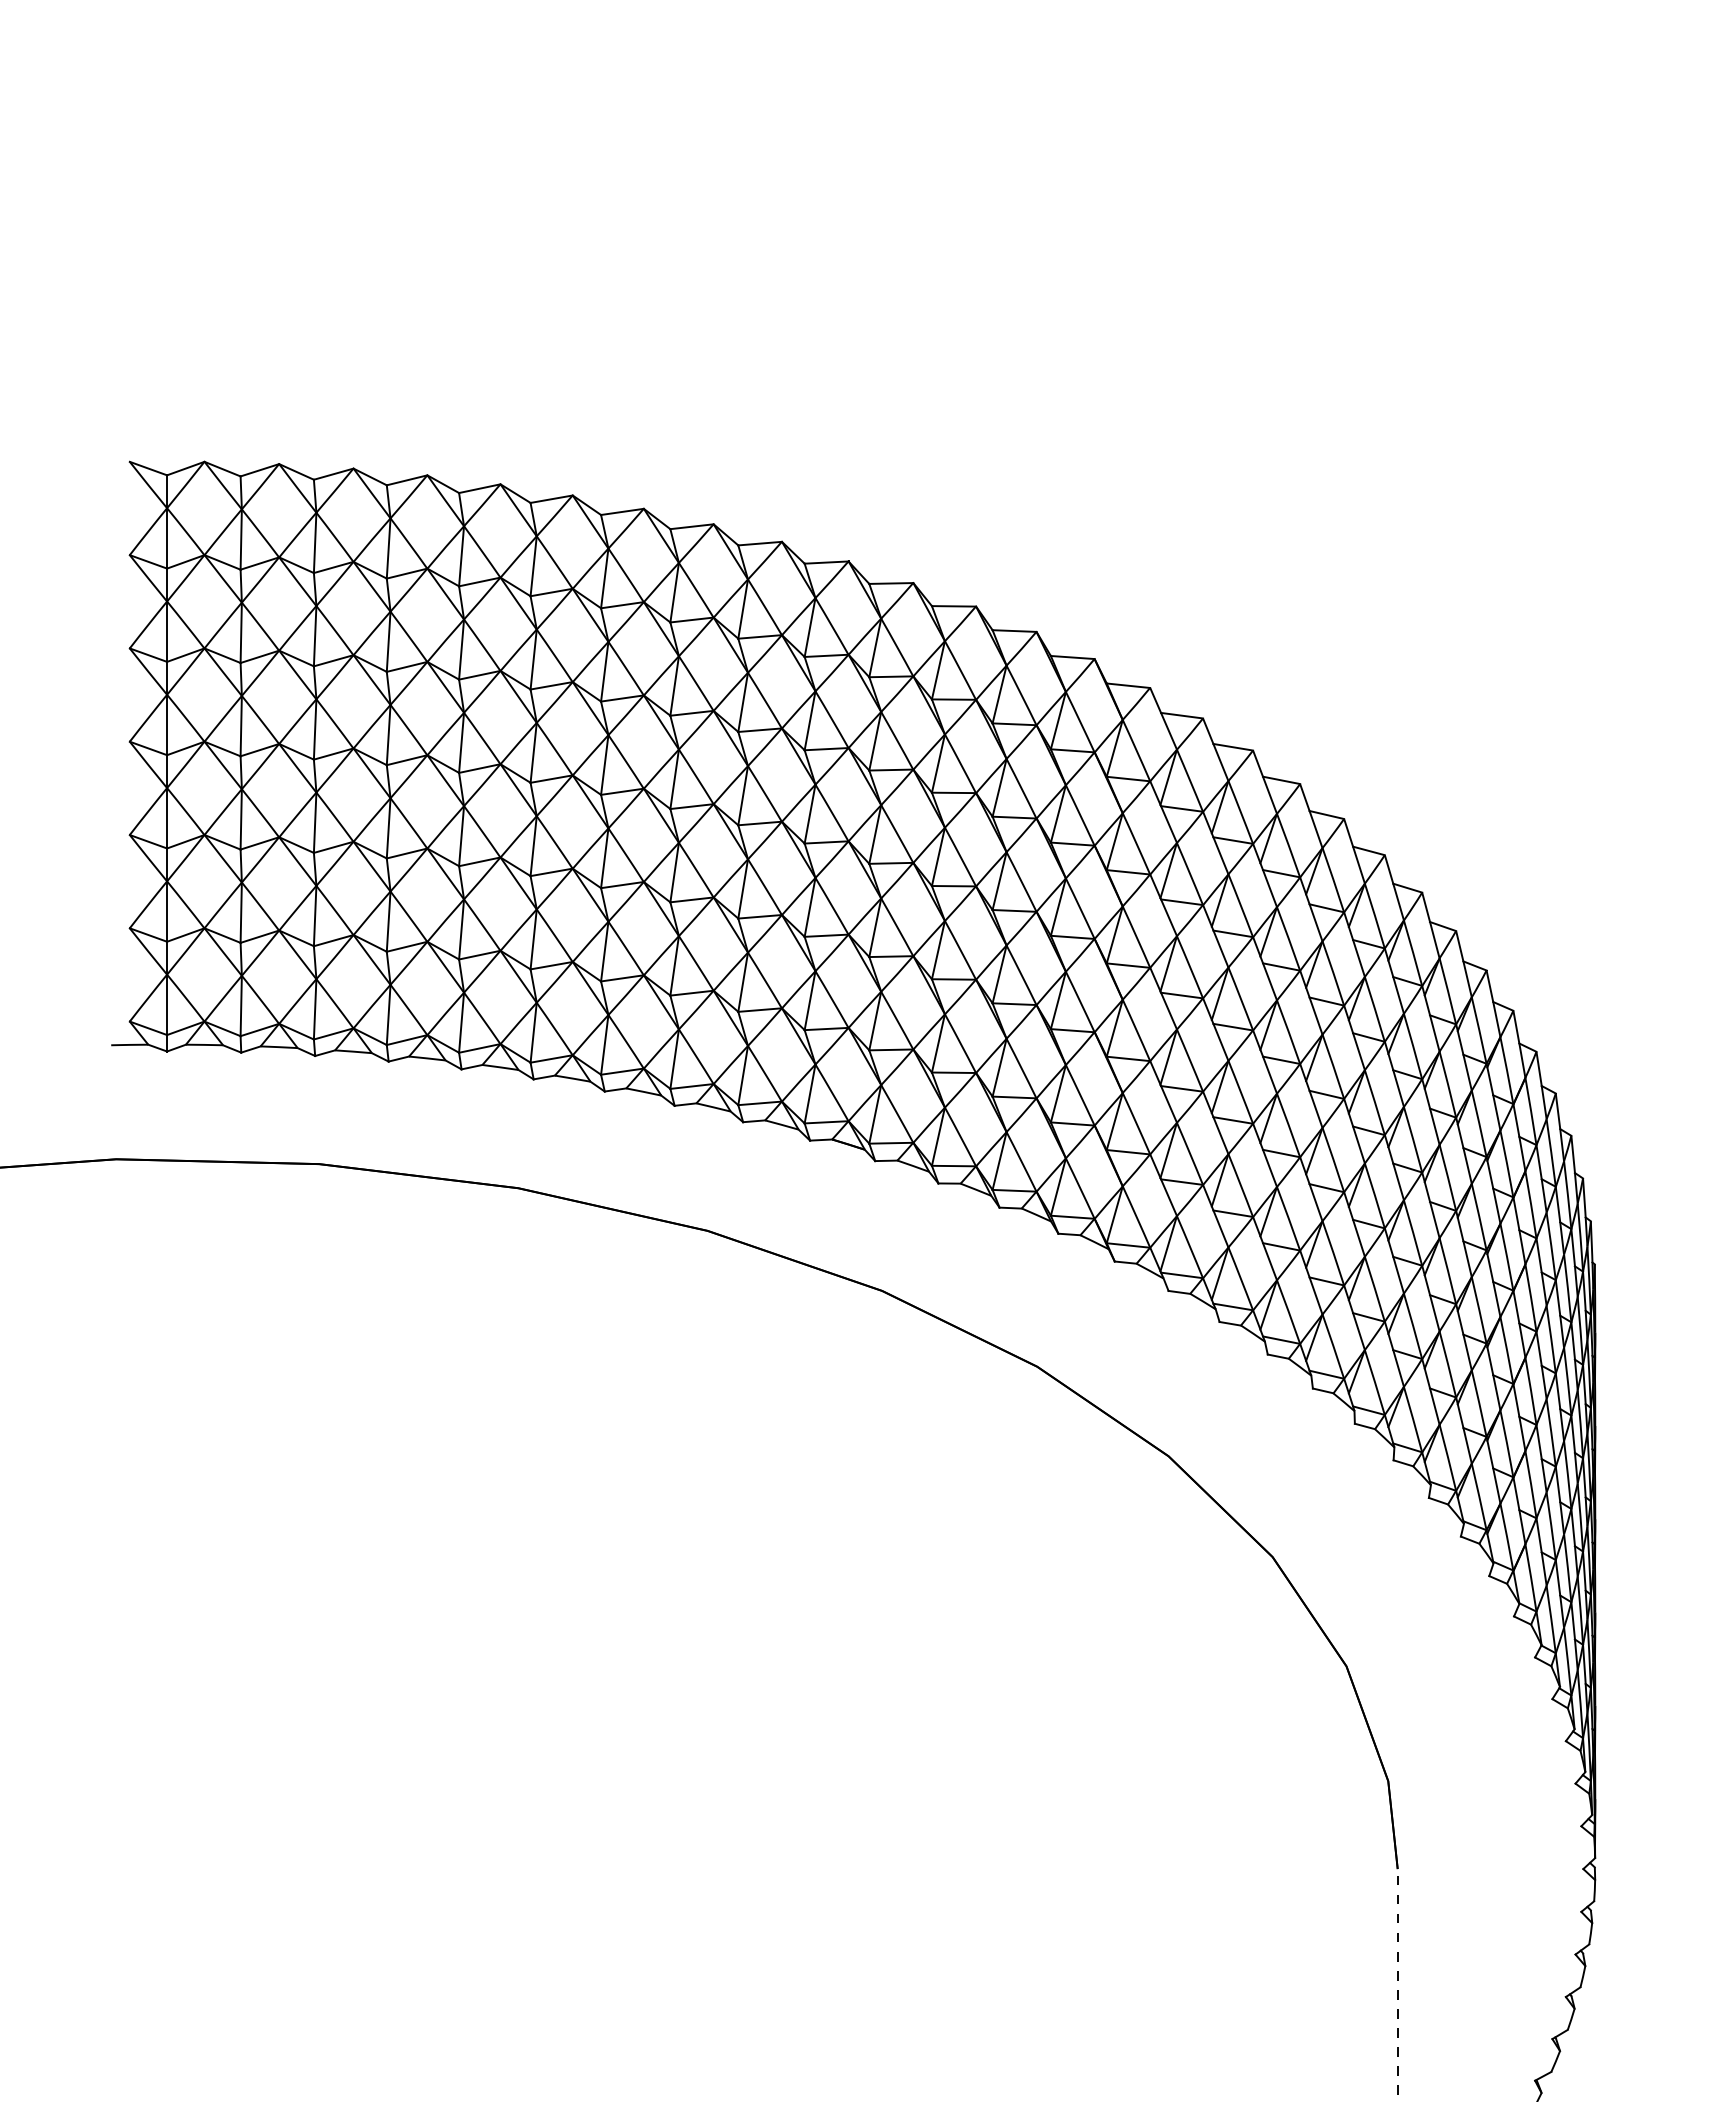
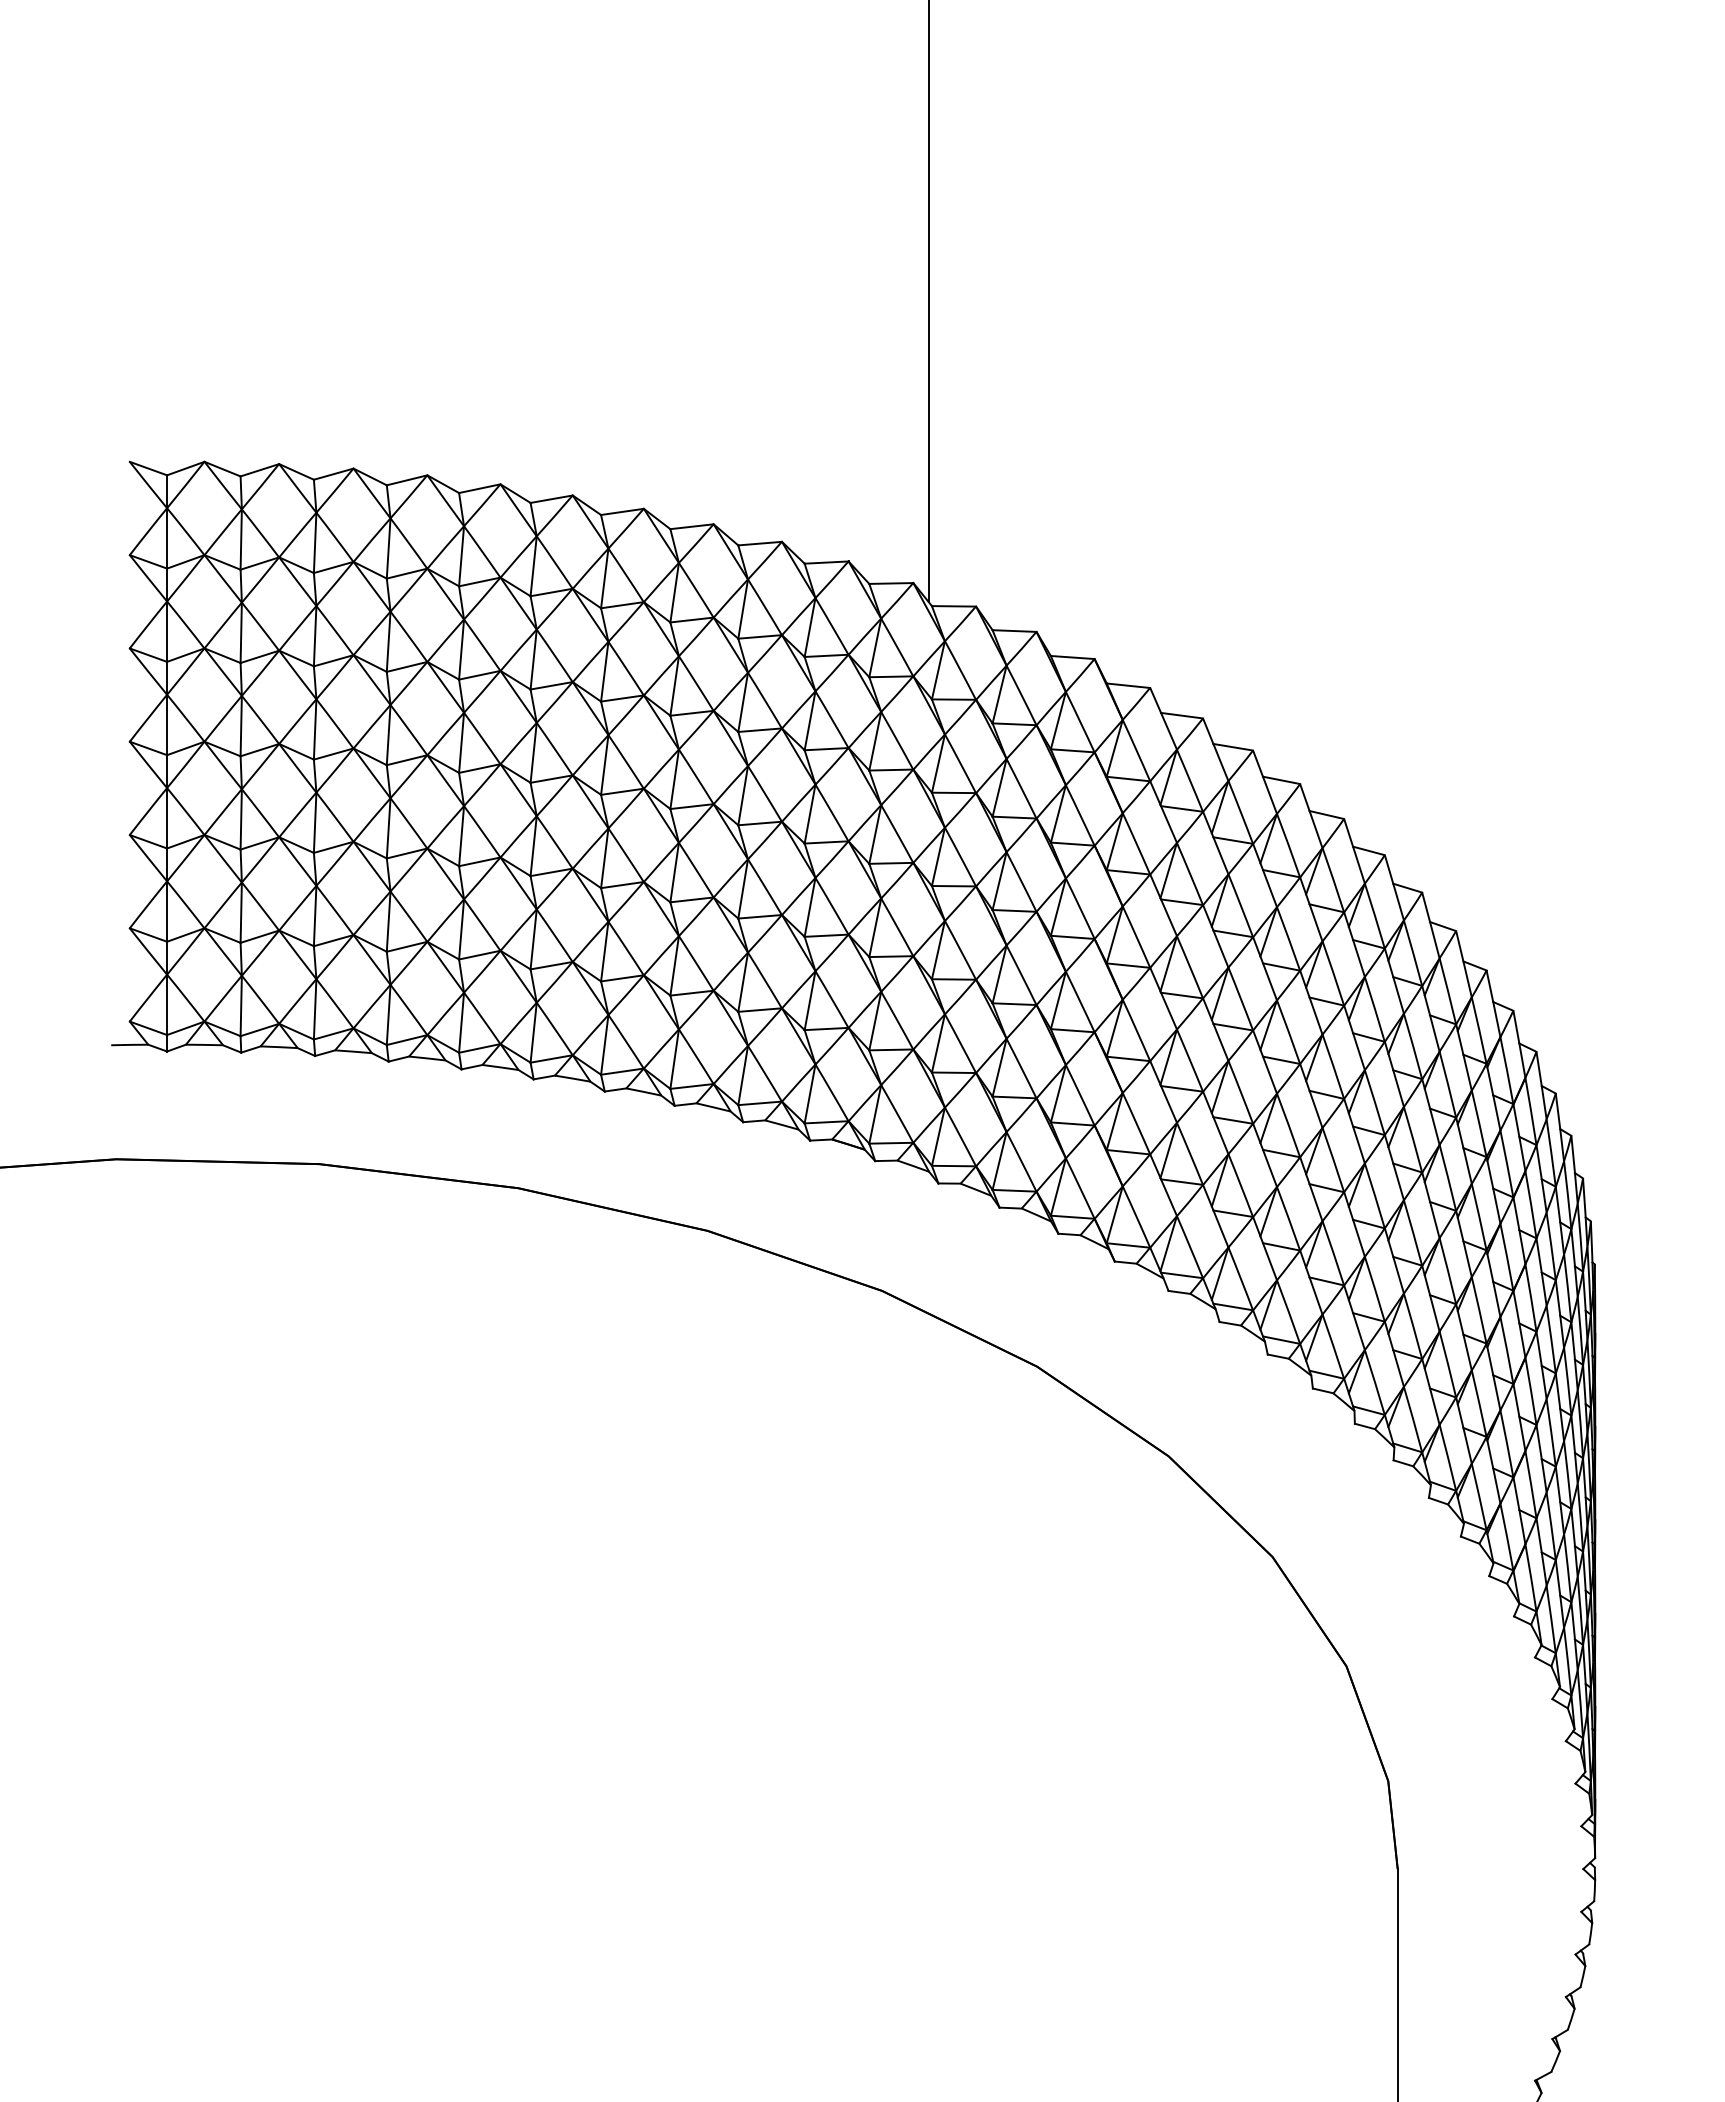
line at (928, 302): none -> present
line at (1397, 1985): dashed -> solid
